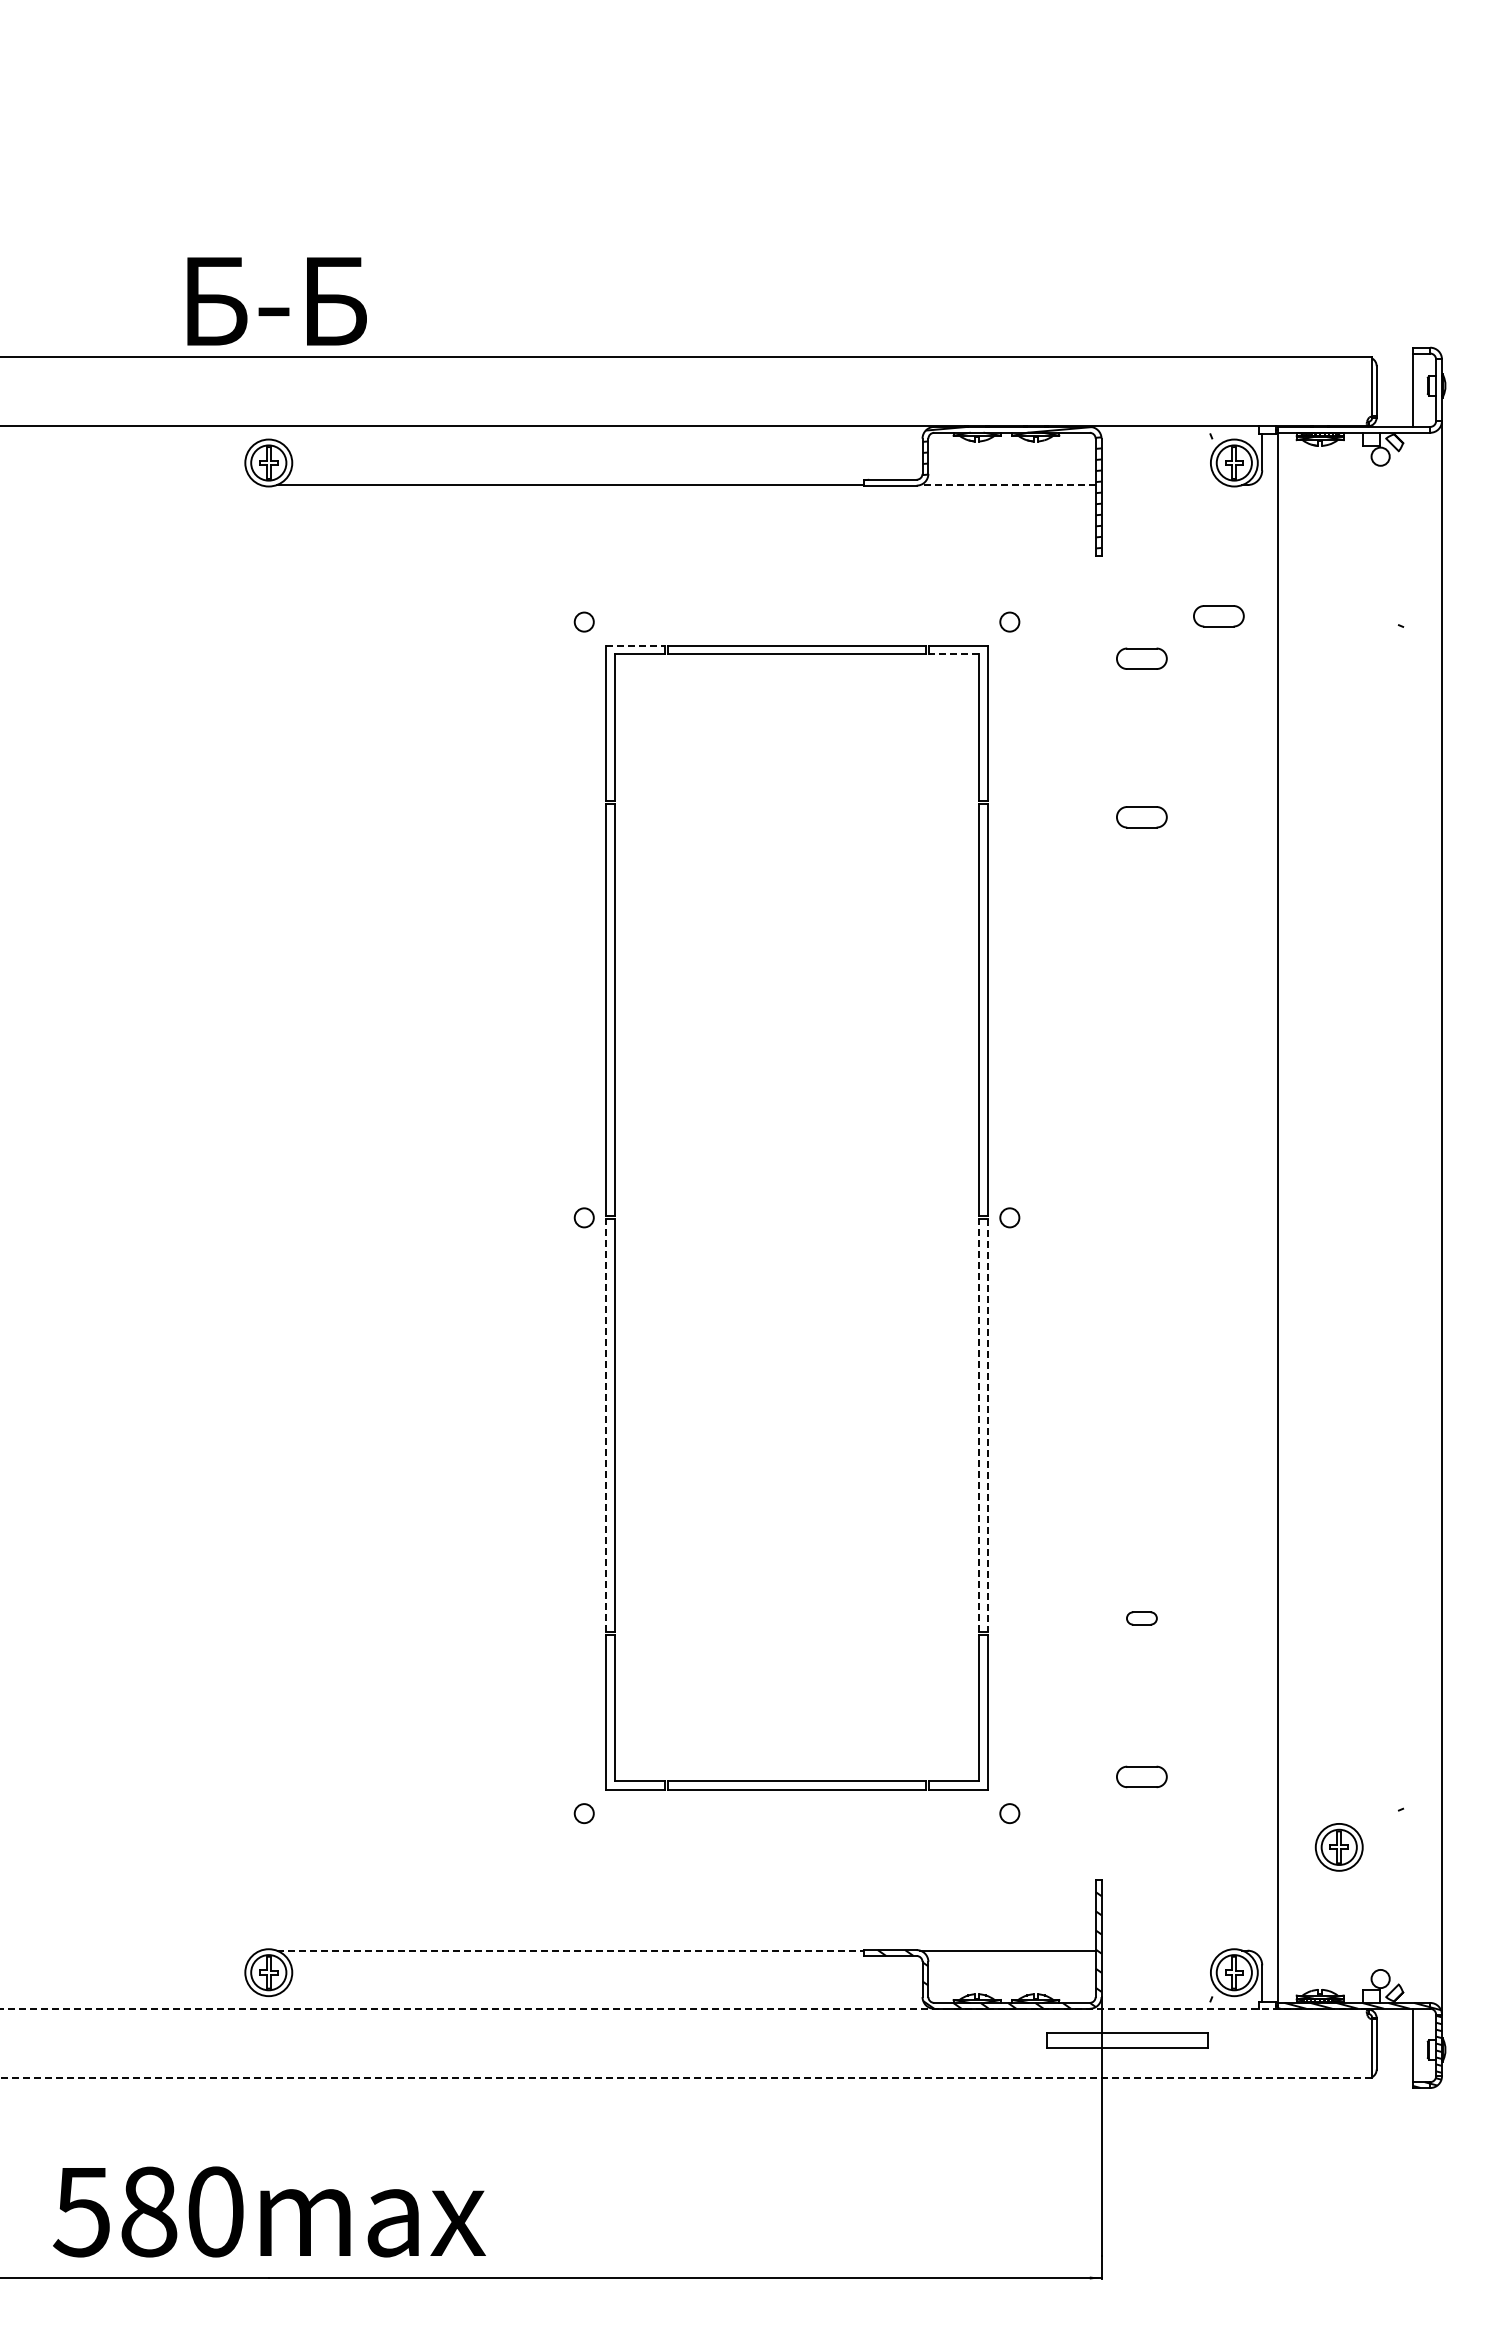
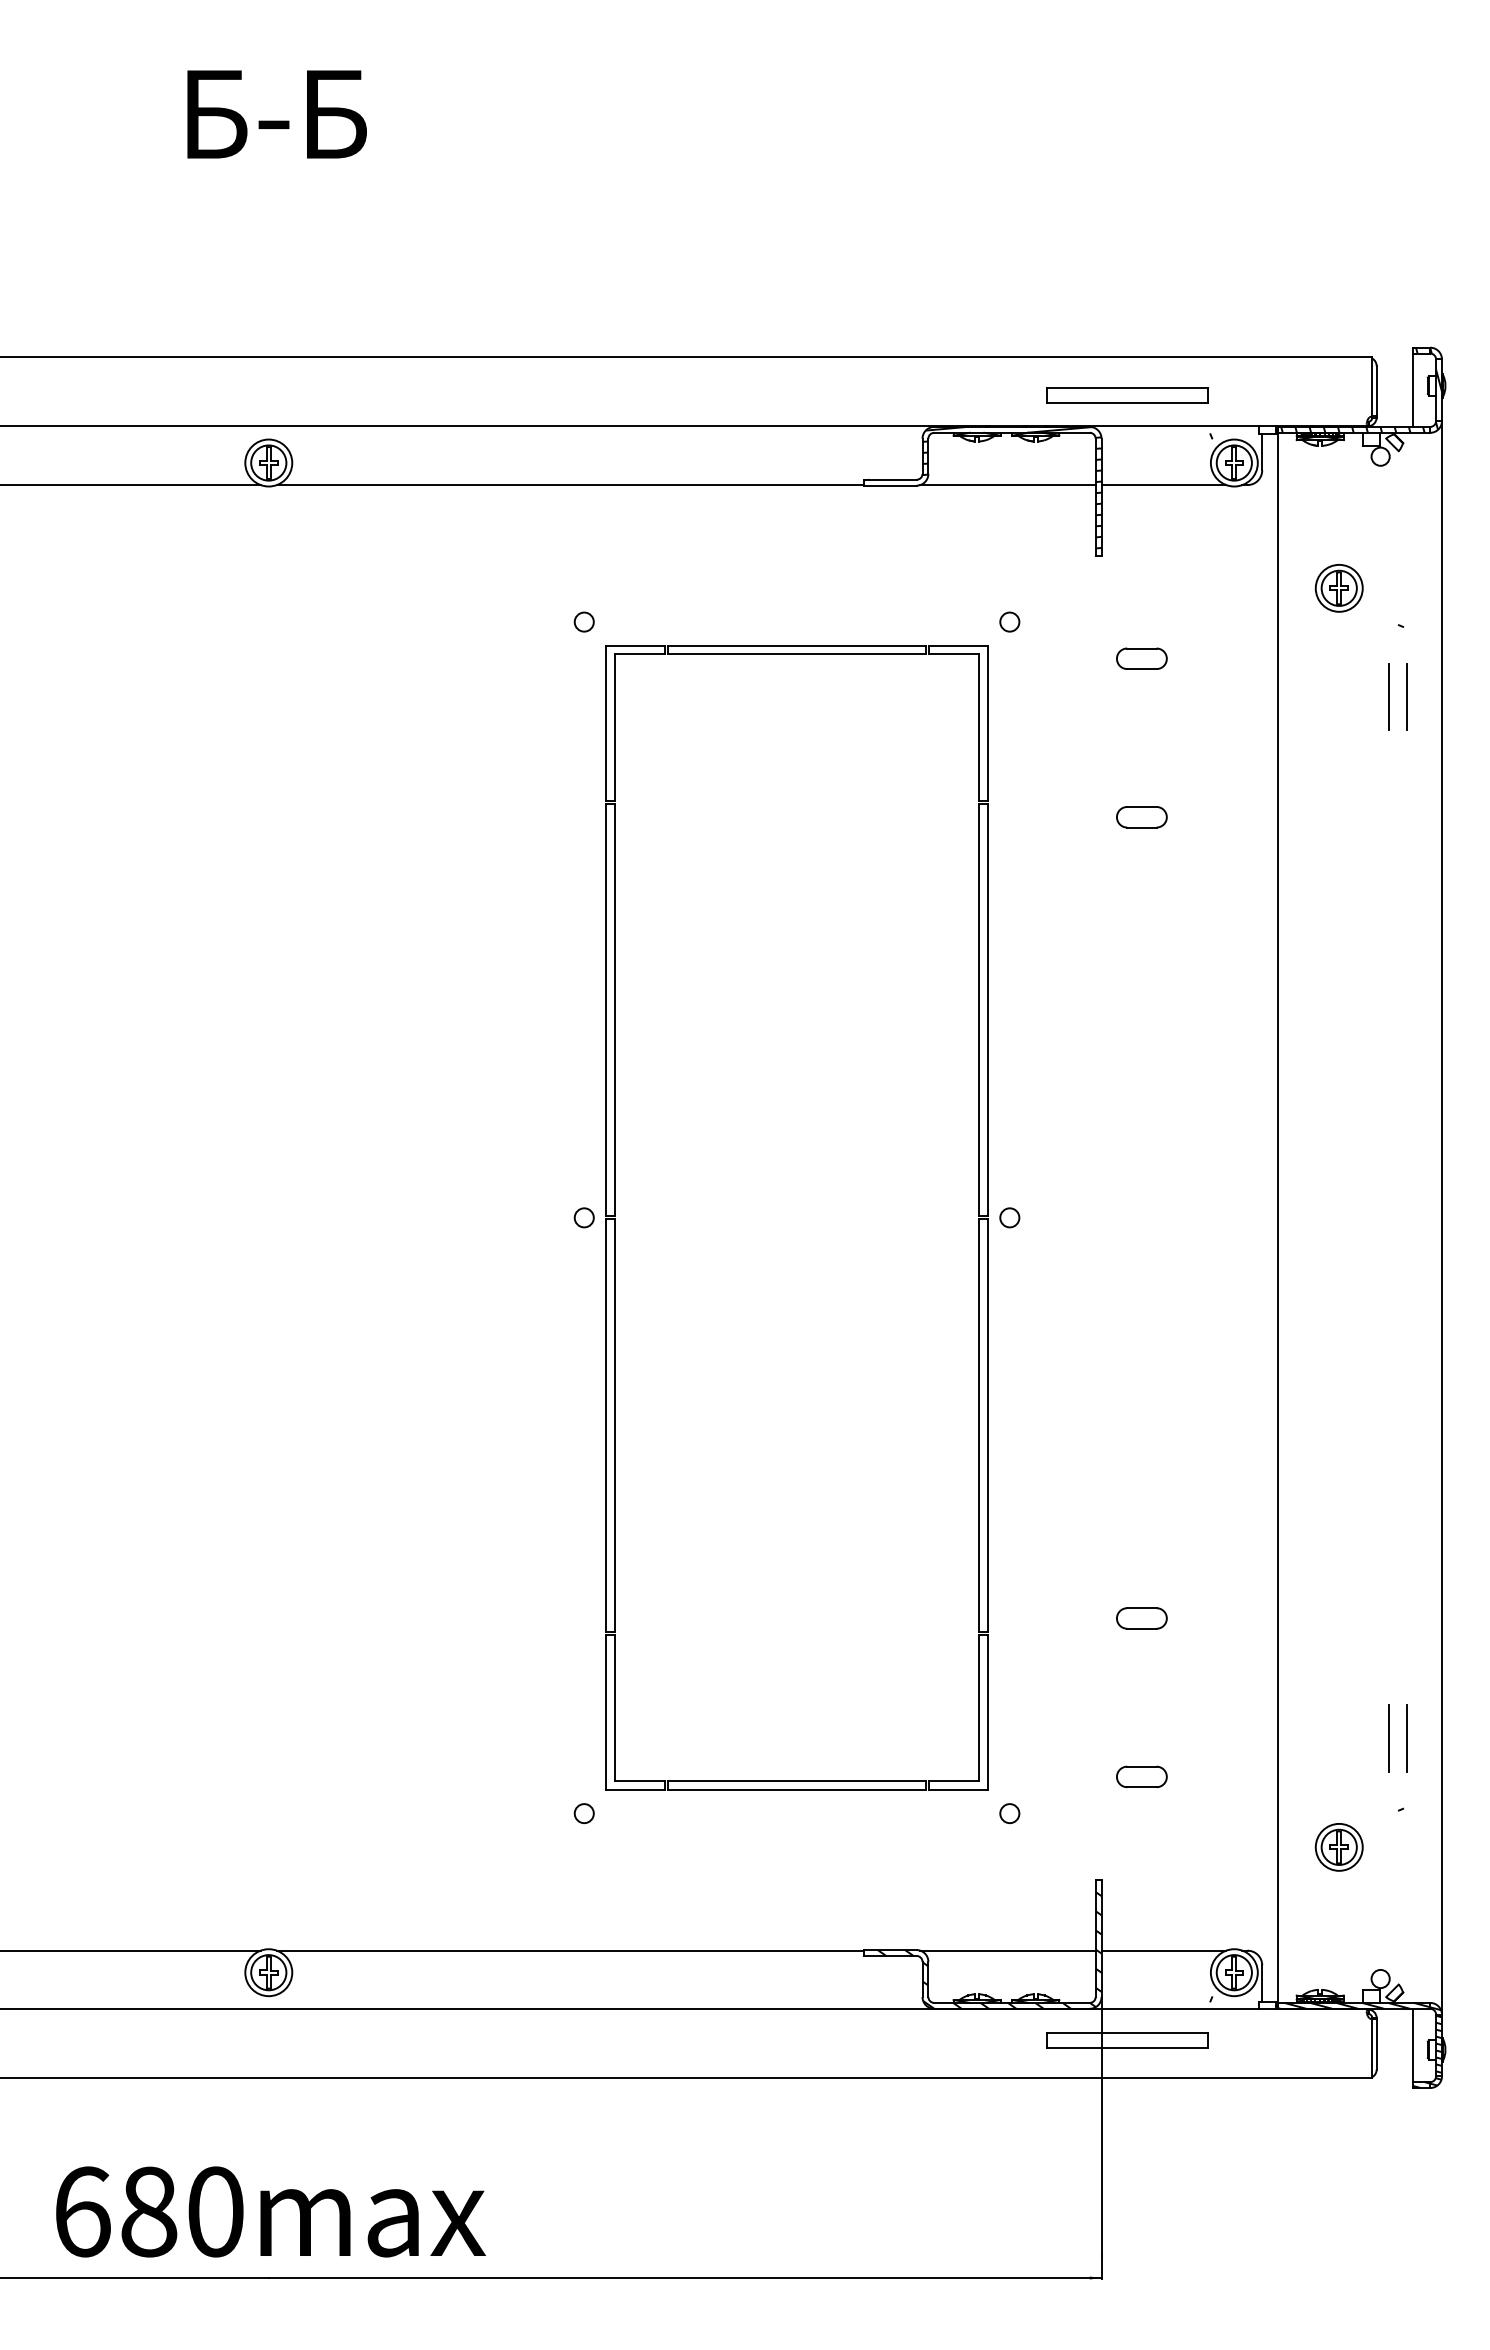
text at (276, 301) position: (276, 301) -> (276, 114)
hatch at (1361, 389): none -> present
part at (1127, 395): none -> present
line at (131, 485): none -> present
line at (1007, 485): dashed -> solid
line at (1163, 485): none -> present
part at (1338, 588): none -> present
part at (1218, 616): present -> none
line at (636, 645): dashed -> solid
line at (954, 654): dashed -> solid
line at (1389, 696): none -> present
line at (1406, 696): none -> present
line at (606, 1425): dashed -> solid
line at (979, 1425): dashed -> solid
line at (987, 1426): dashed -> solid
part at (1141, 1618) size: 32x15 px -> 52x23 px
line at (1389, 1738): none -> present
line at (1406, 1738): none -> present
line at (131, 1950): none -> present
line at (570, 1950): dashed -> solid
line at (1163, 1950): none -> present
line at (684, 2009): dashed -> solid
line at (686, 2078): dashed -> solid
text at (81, 2211): 580max -> 680max
